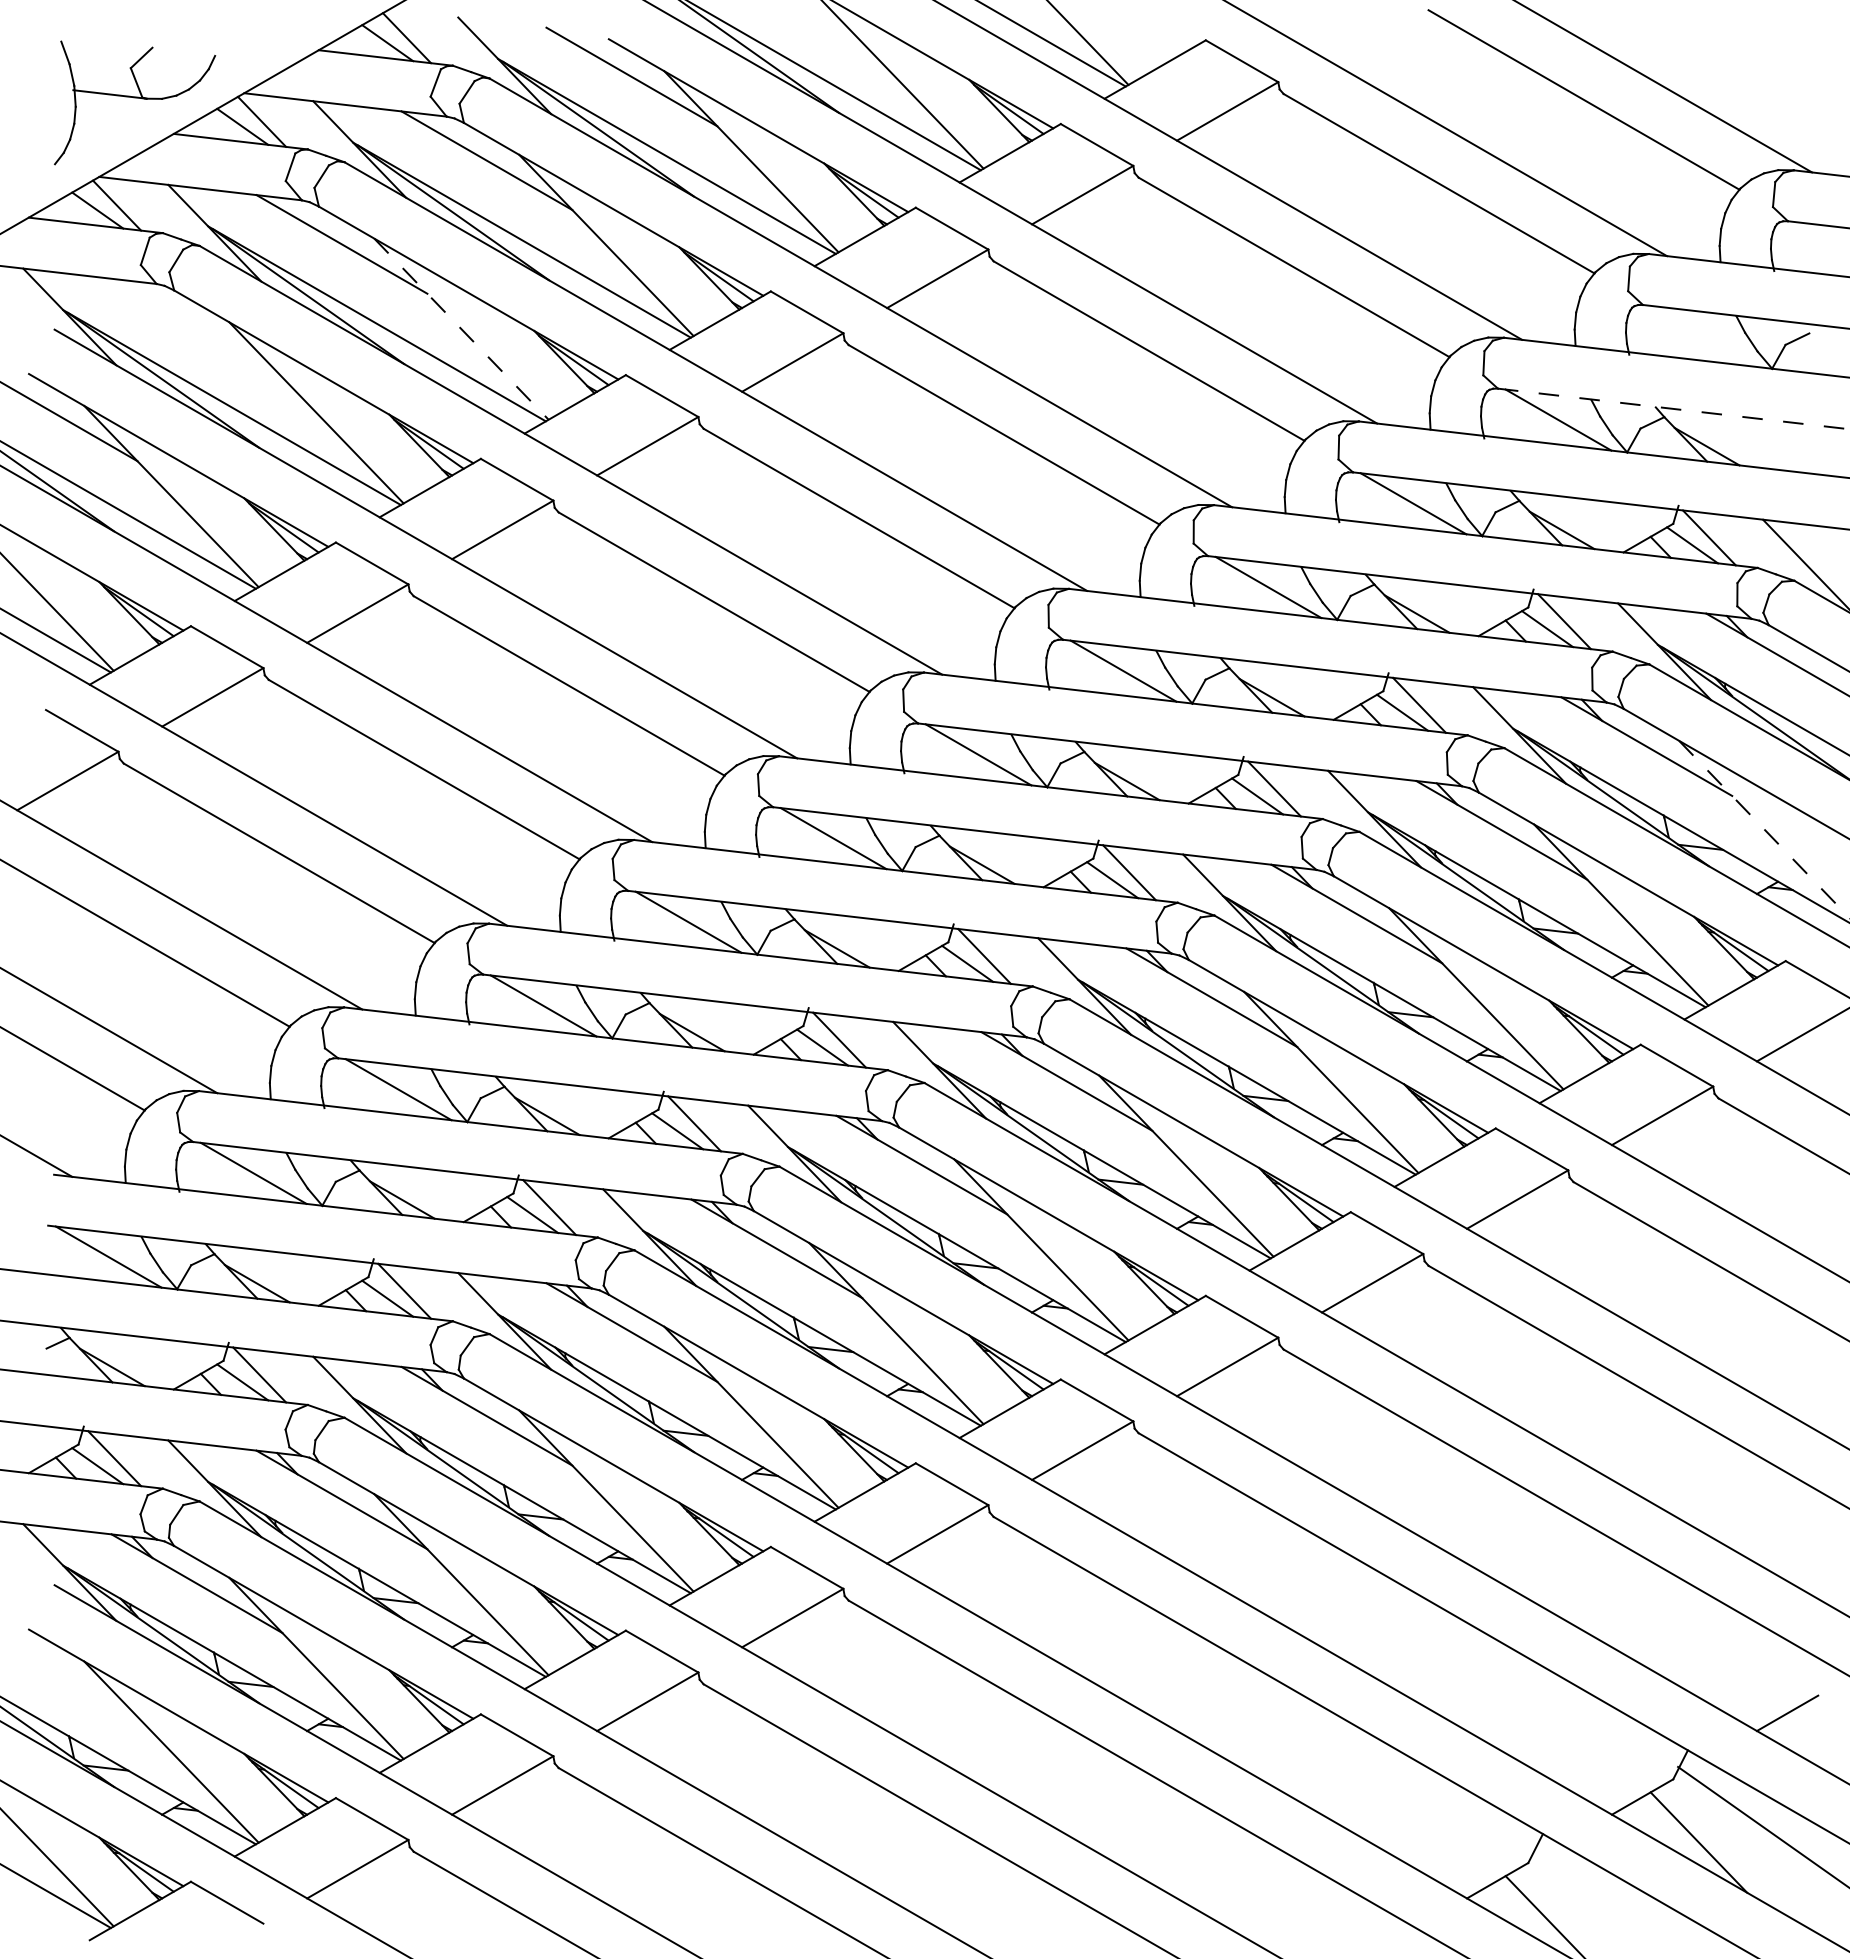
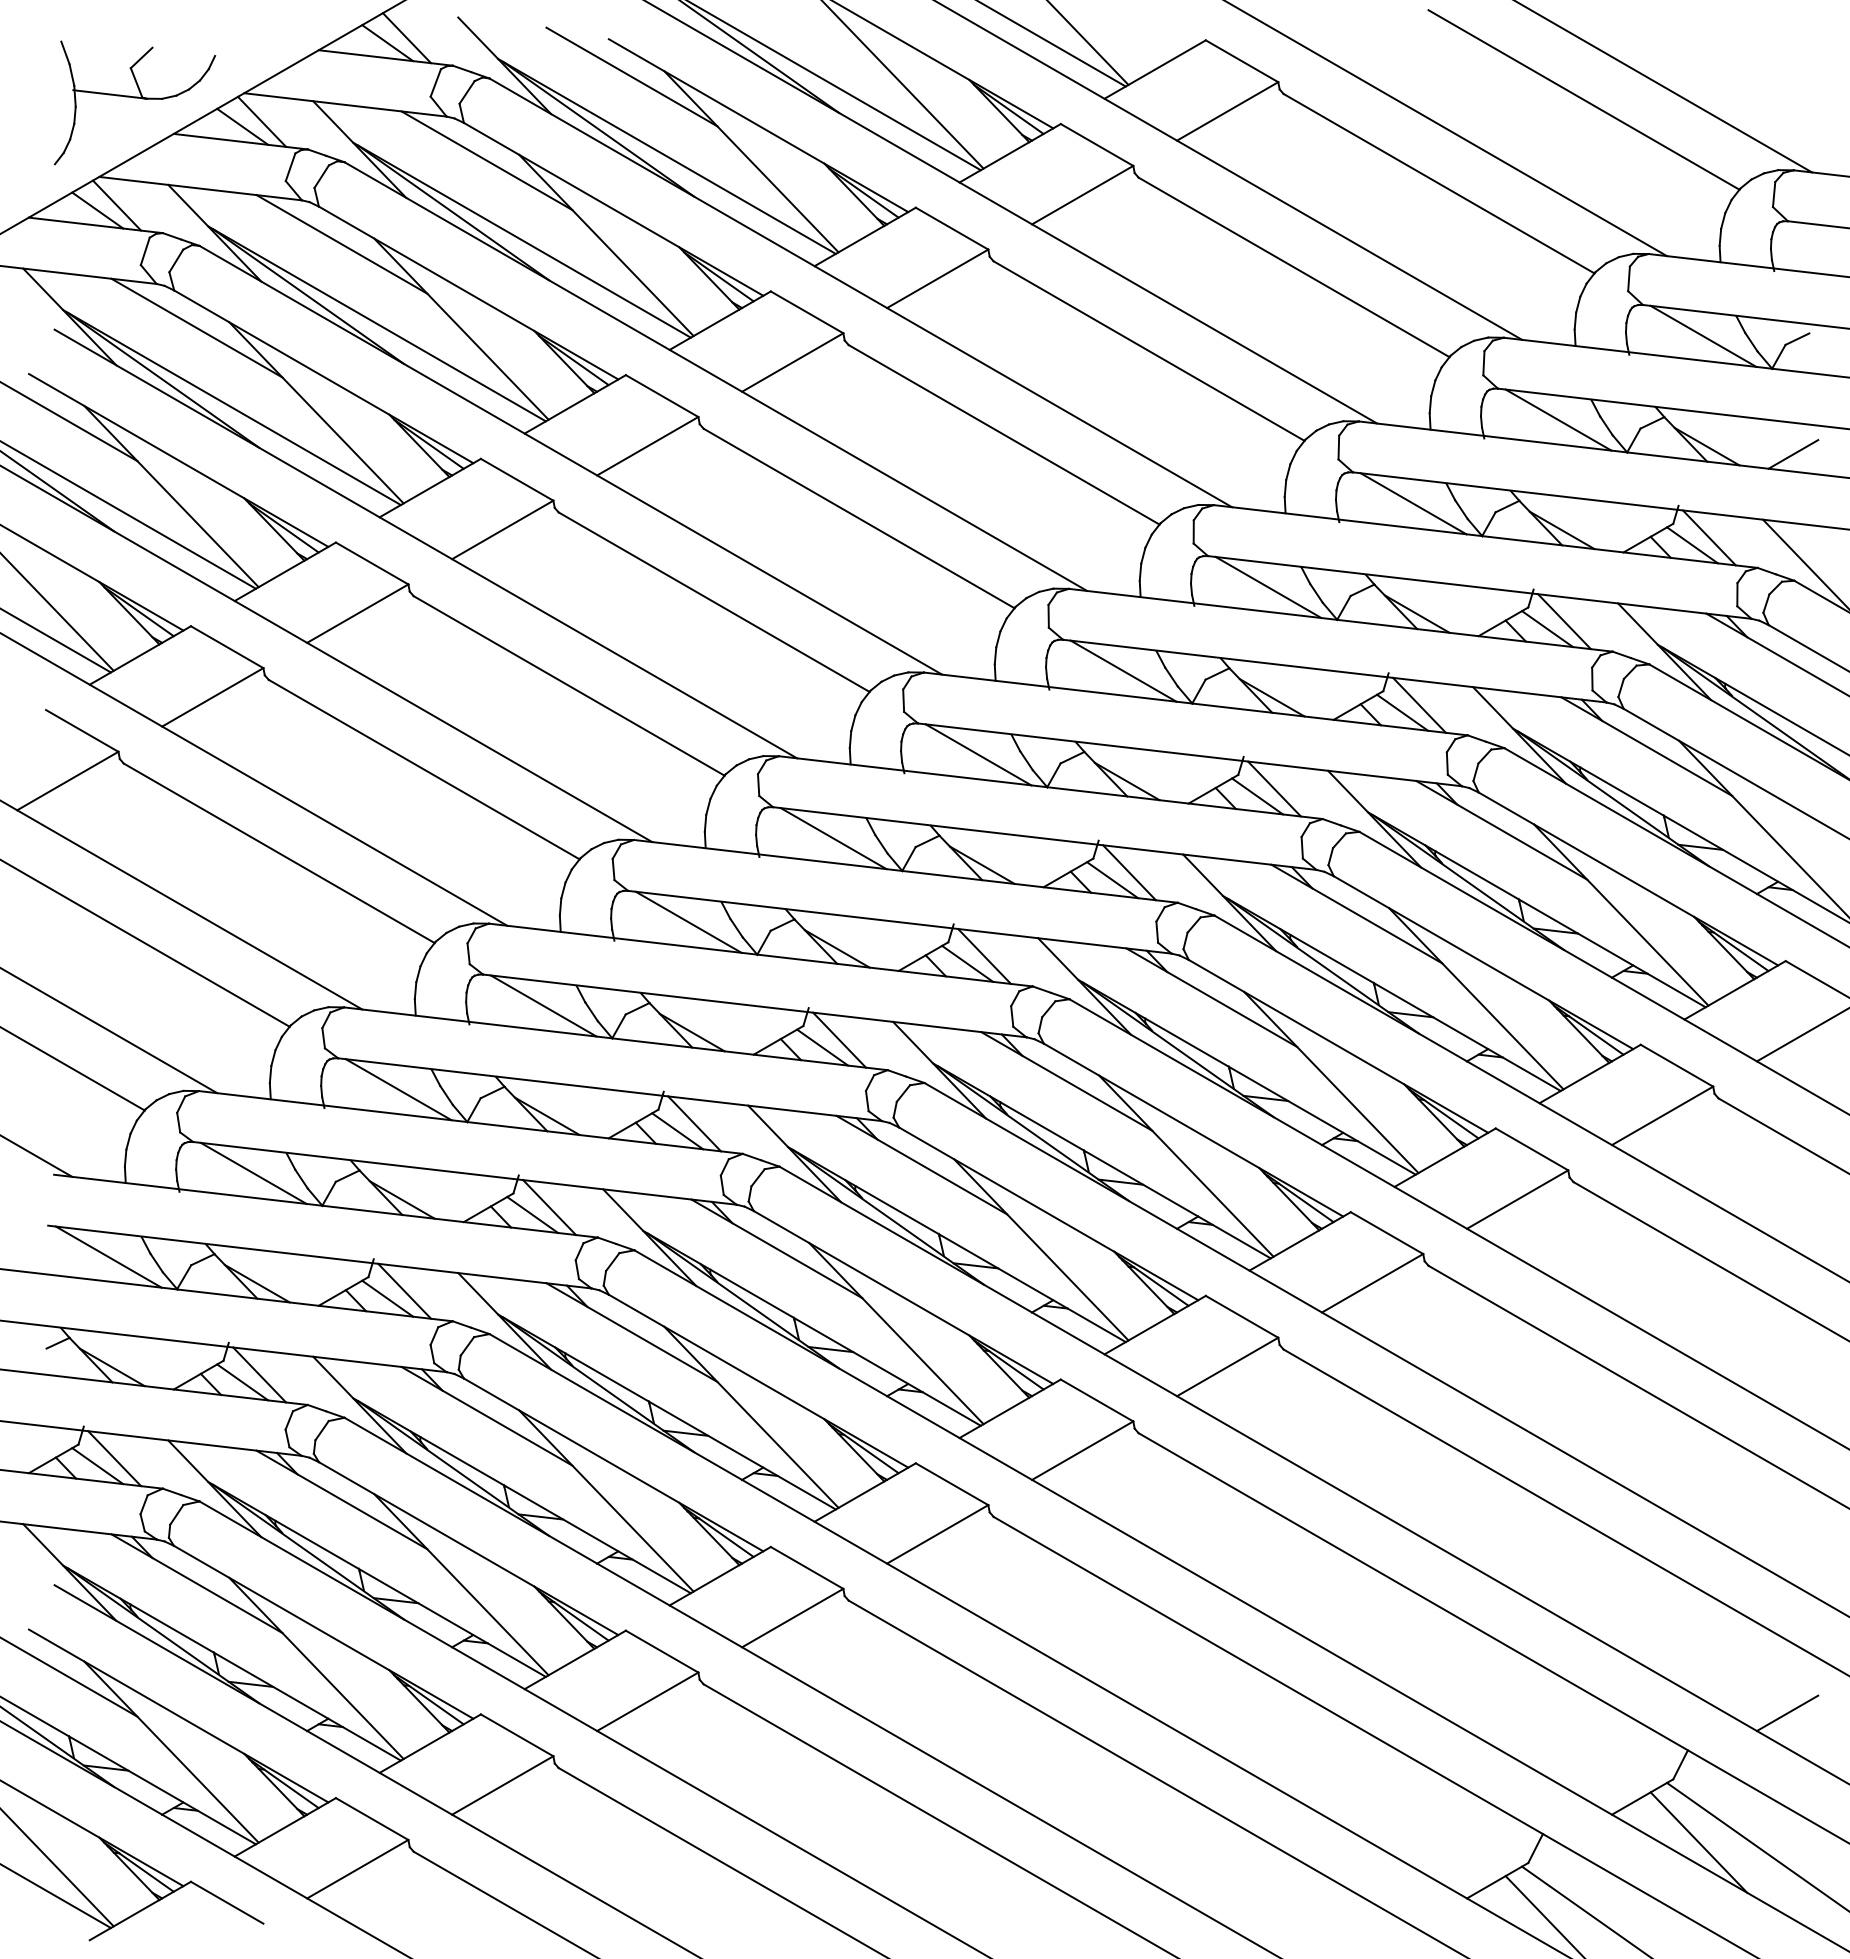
line at (196, 327): none -> present
line at (461, 329): dashed -> solid
line at (1703, 335): none -> present
line at (1673, 408): dashed -> solid
line at (1793, 454): none -> present
line at (1764, 829): dashed -> solid
line at (69, 1677): none -> present
line at (1762, 1825) position: (1762, 1825) -> (1756, 1845)
line at (1584, 1910): none -> present
